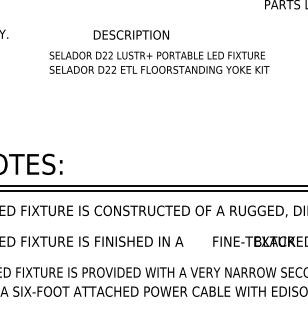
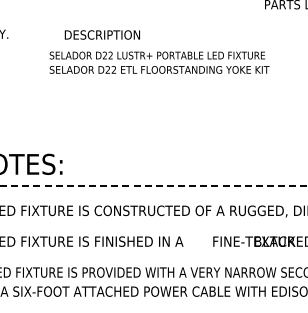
text at (130, 34) position: (130, 34) -> (101, 34)
line at (154, 185): solid -> dashed
line at (153, 191): present -> none
